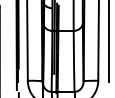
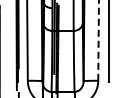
line at (98, 40): solid -> dashed
